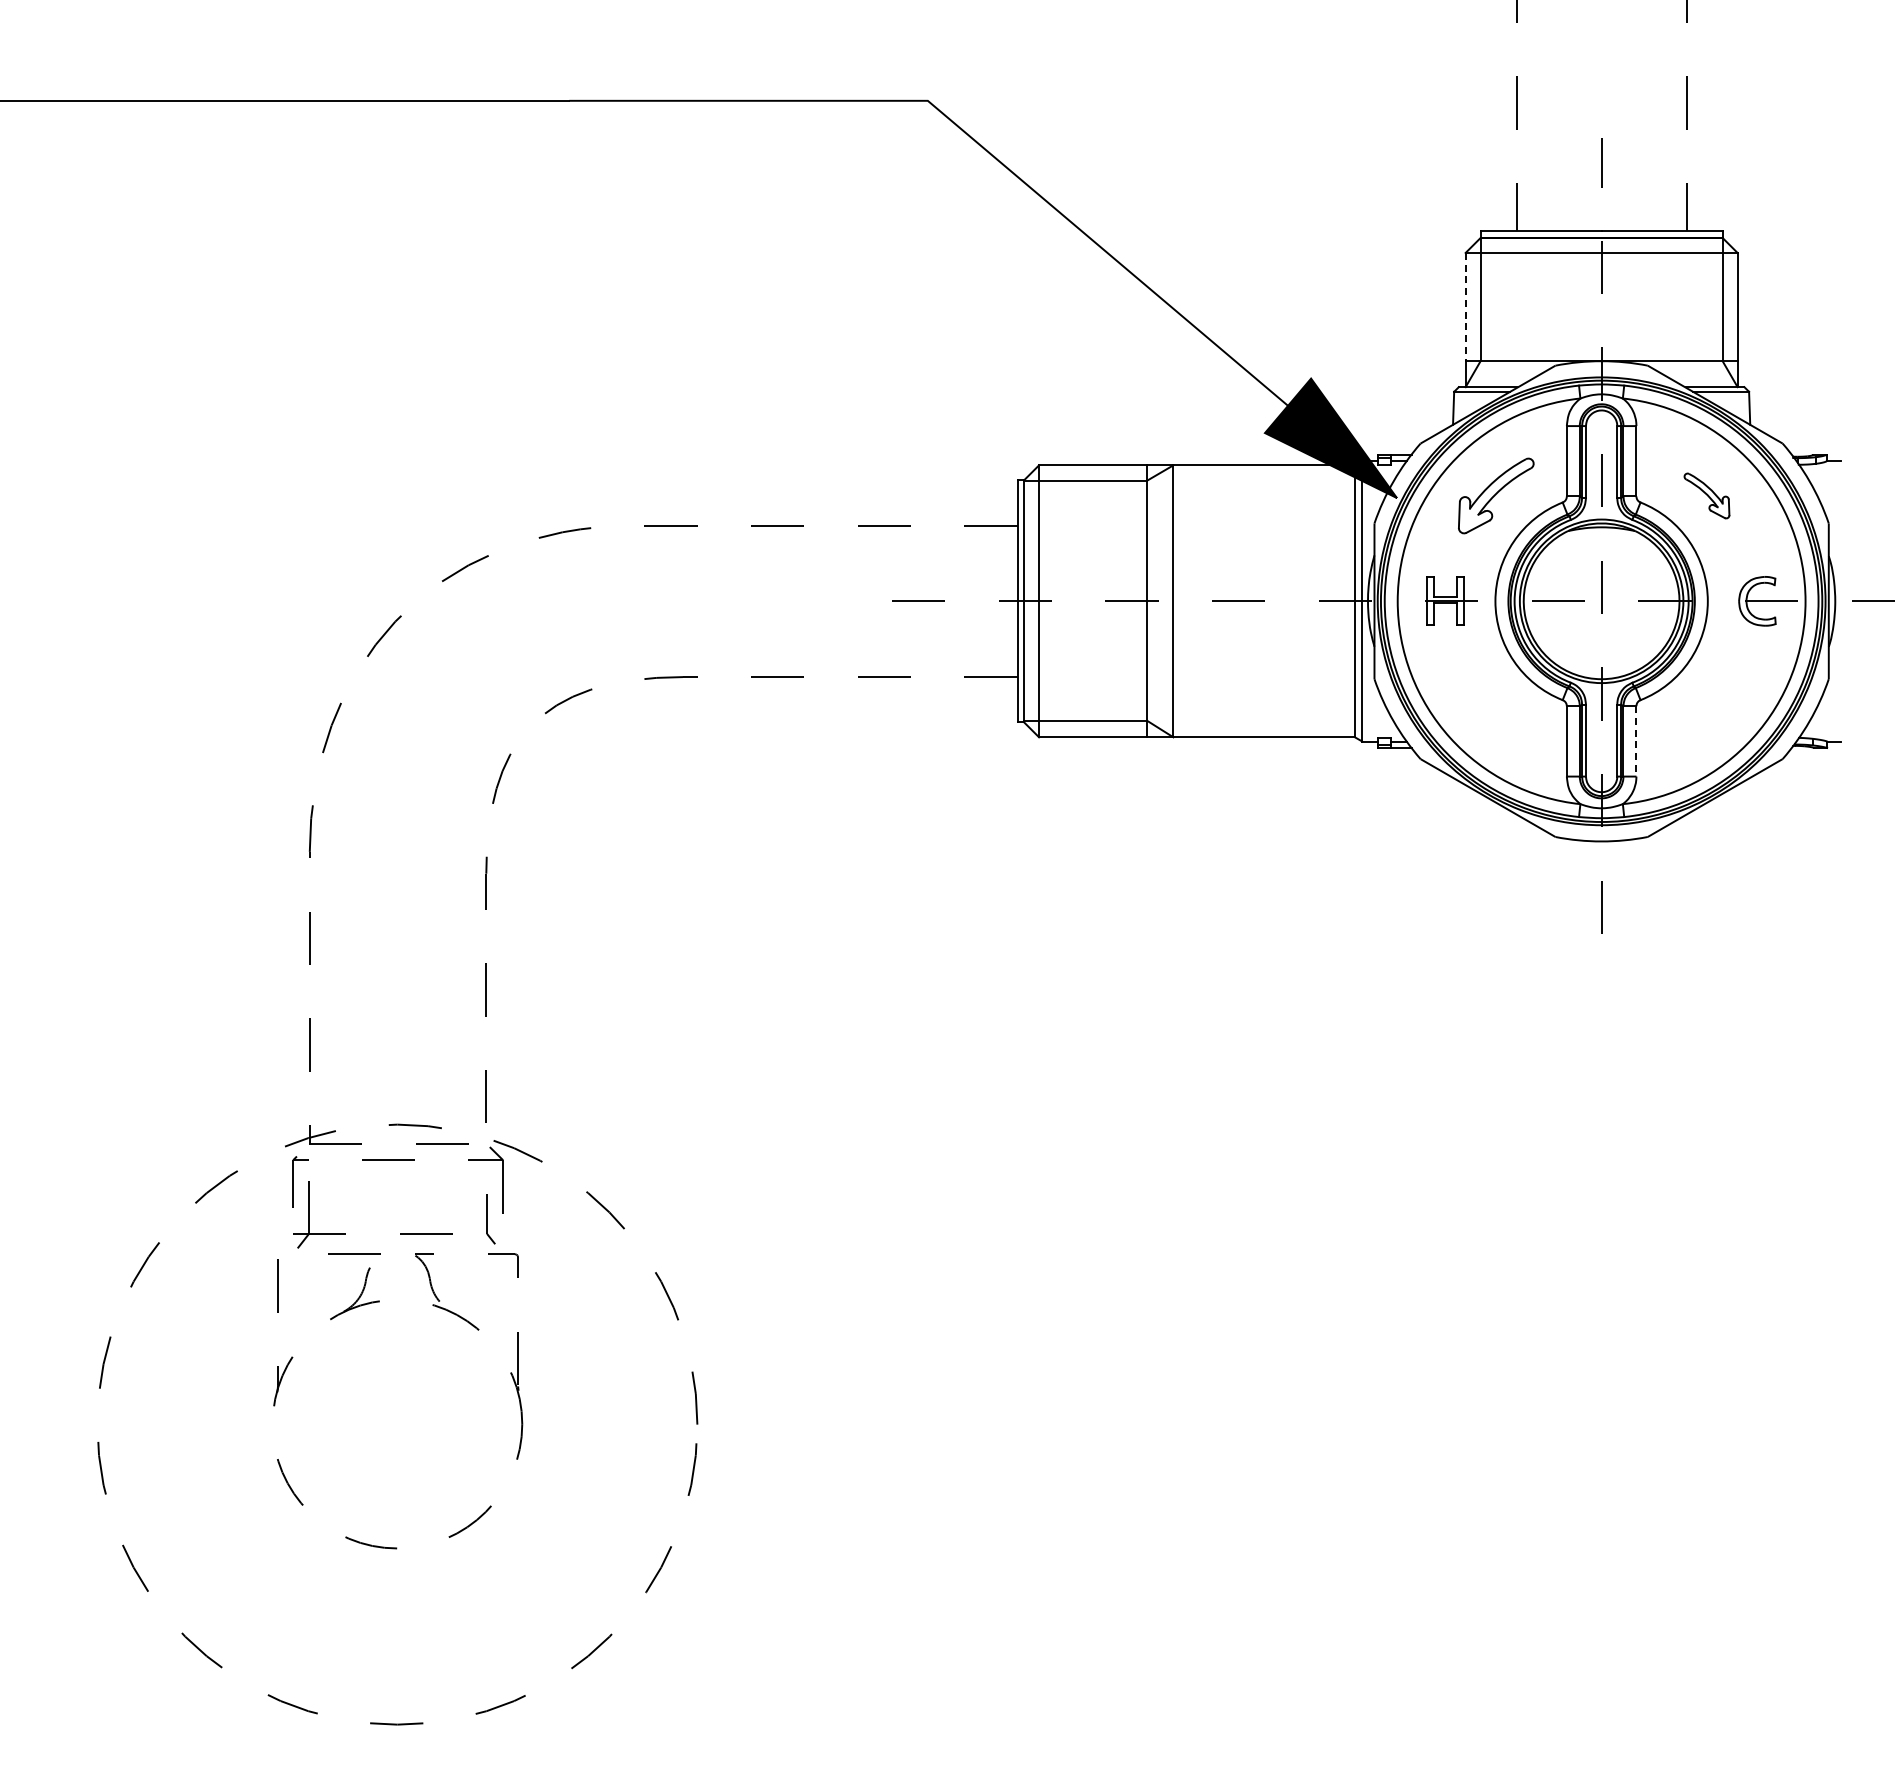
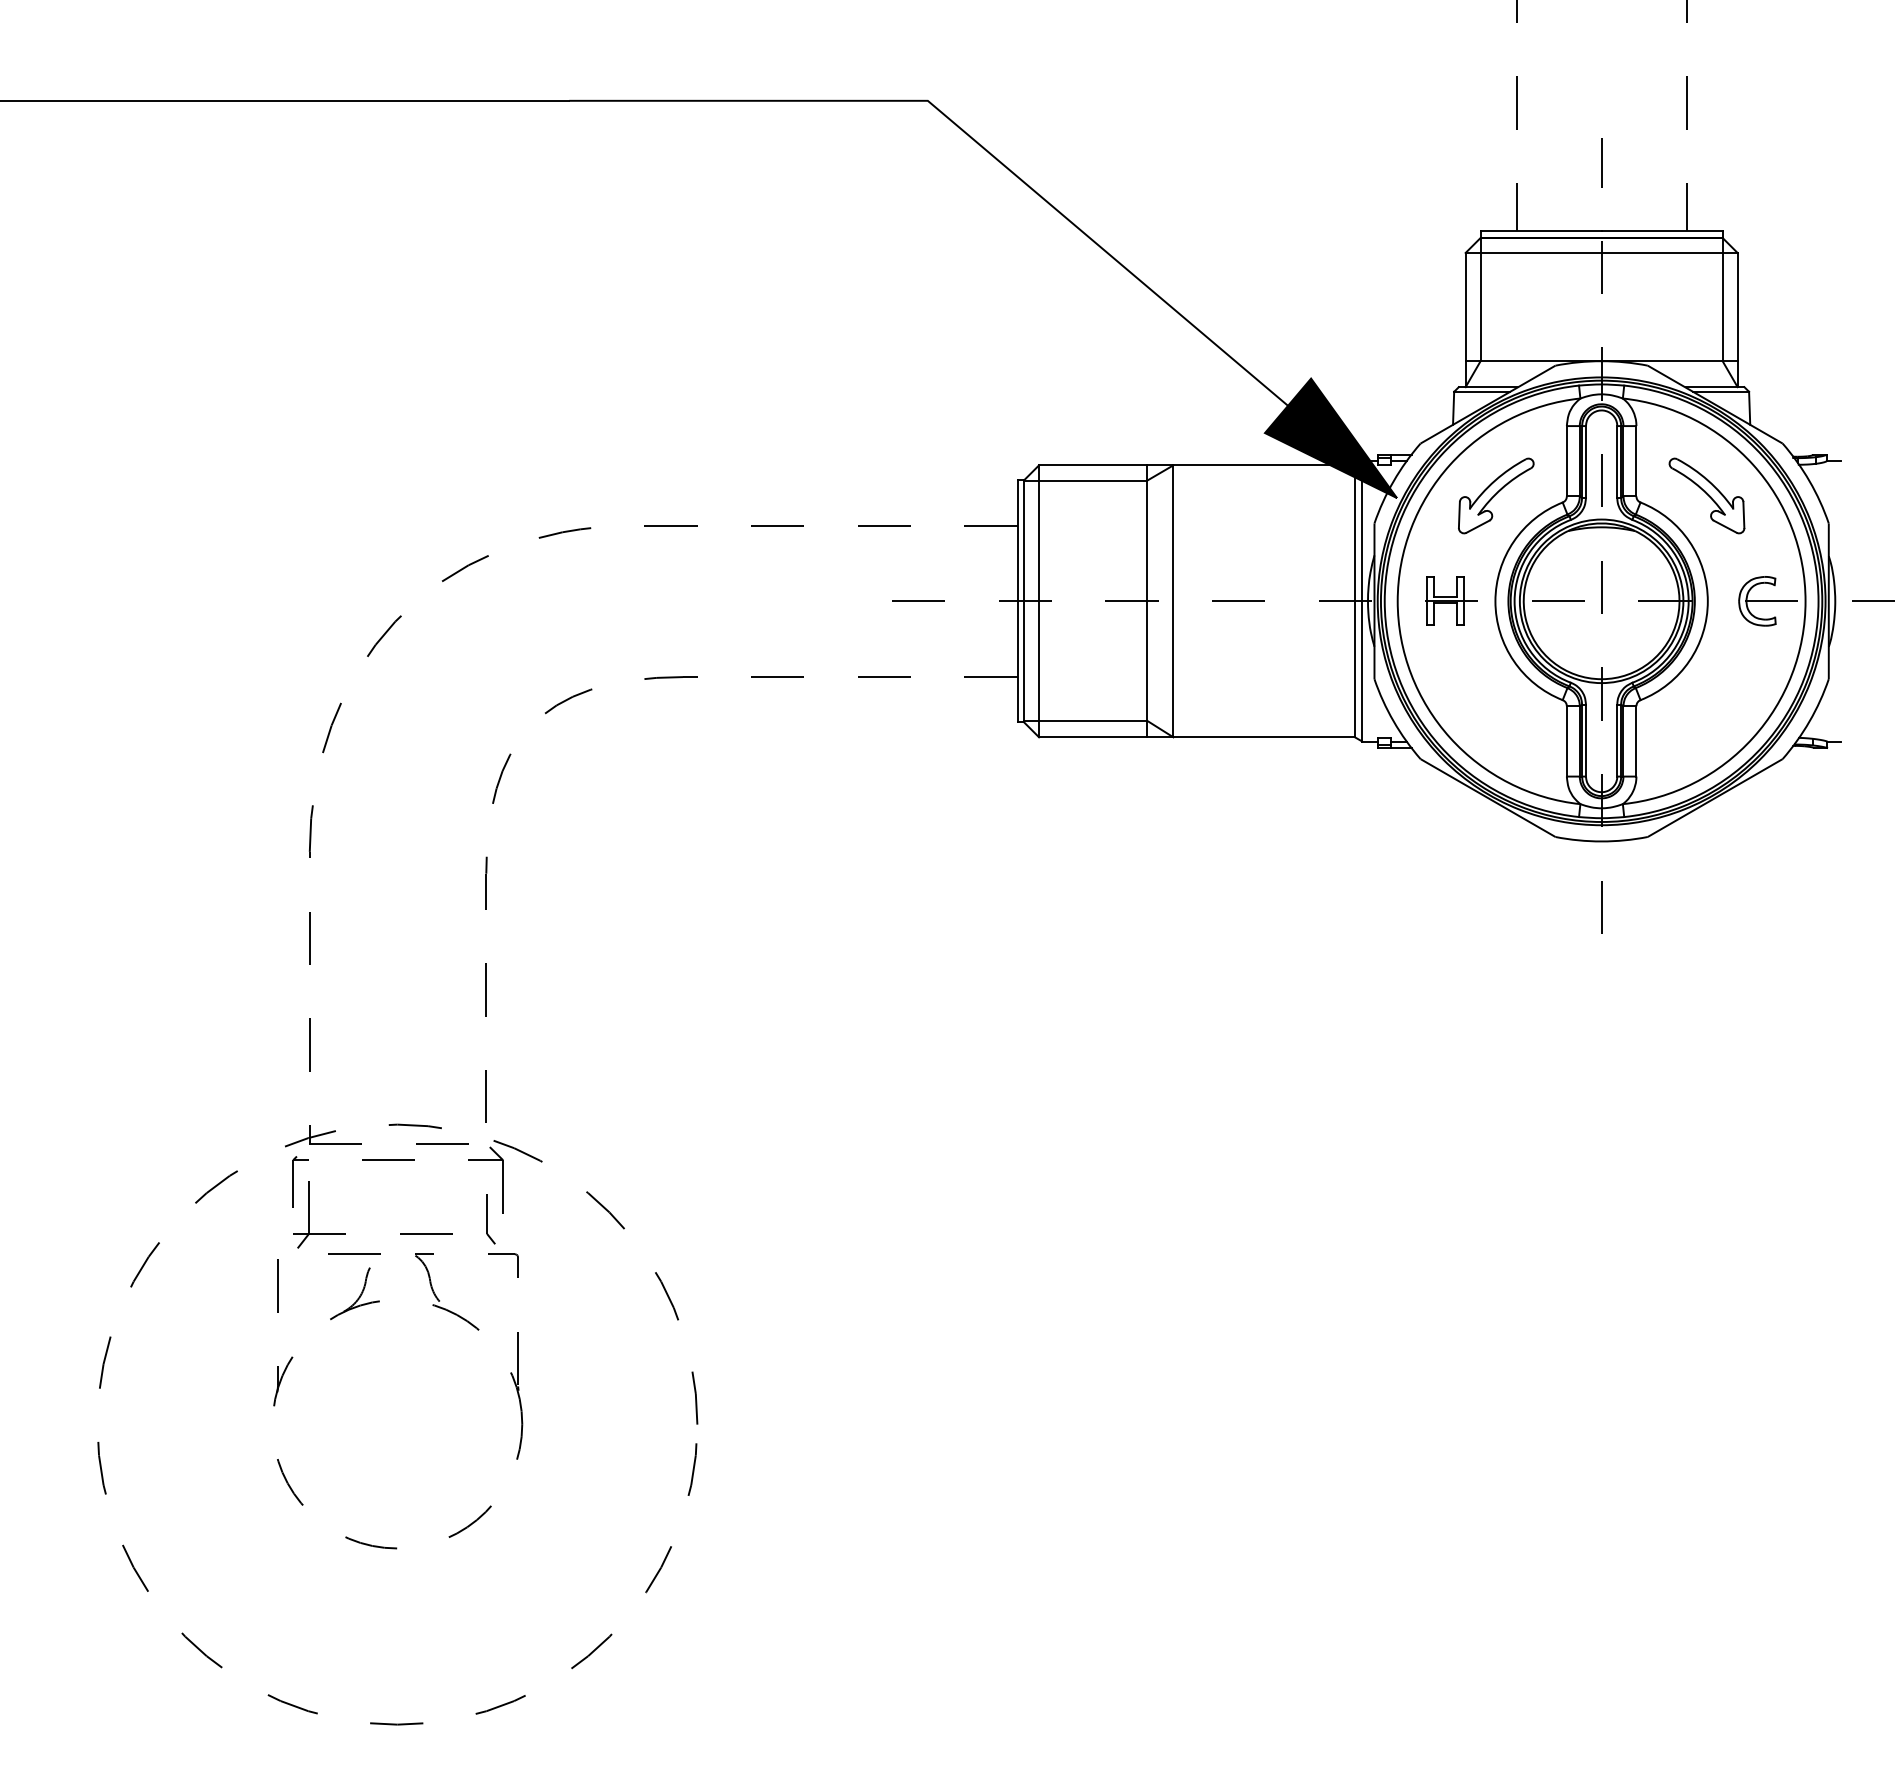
line at (1465, 307): dashed -> solid
part at (1706, 495) size: 48x48 px -> 78x78 px
line at (1636, 741): dashed -> solid
